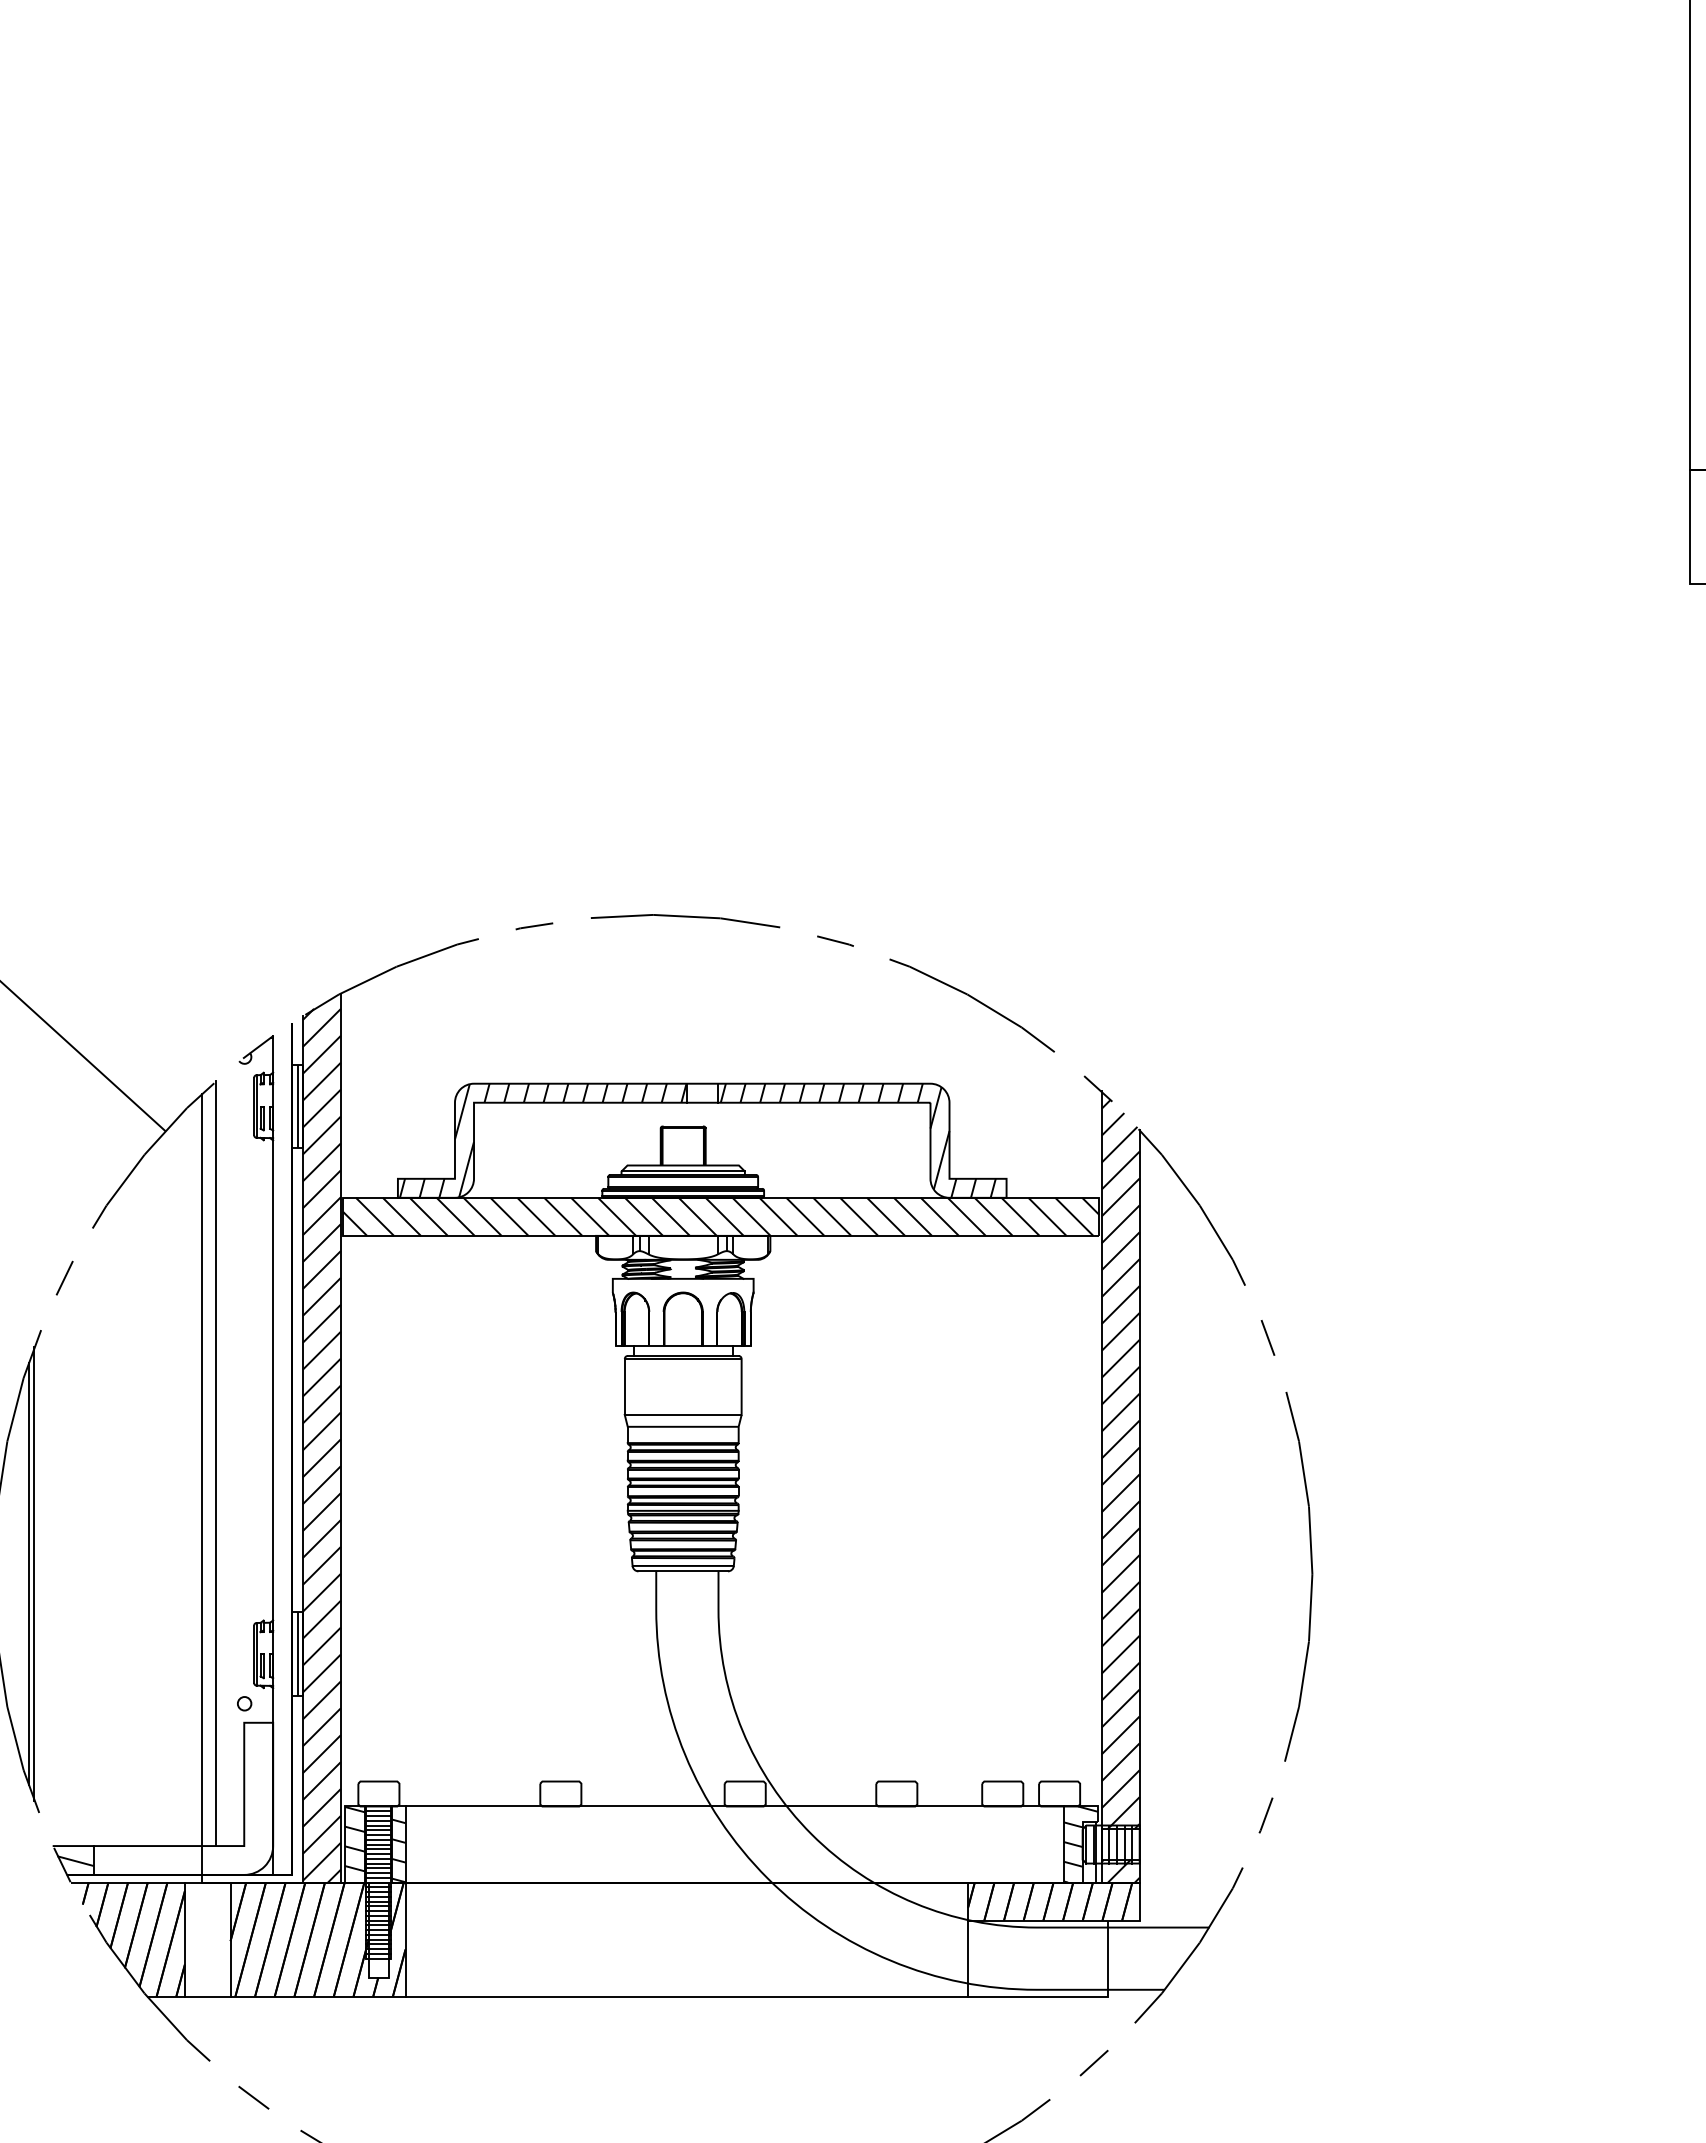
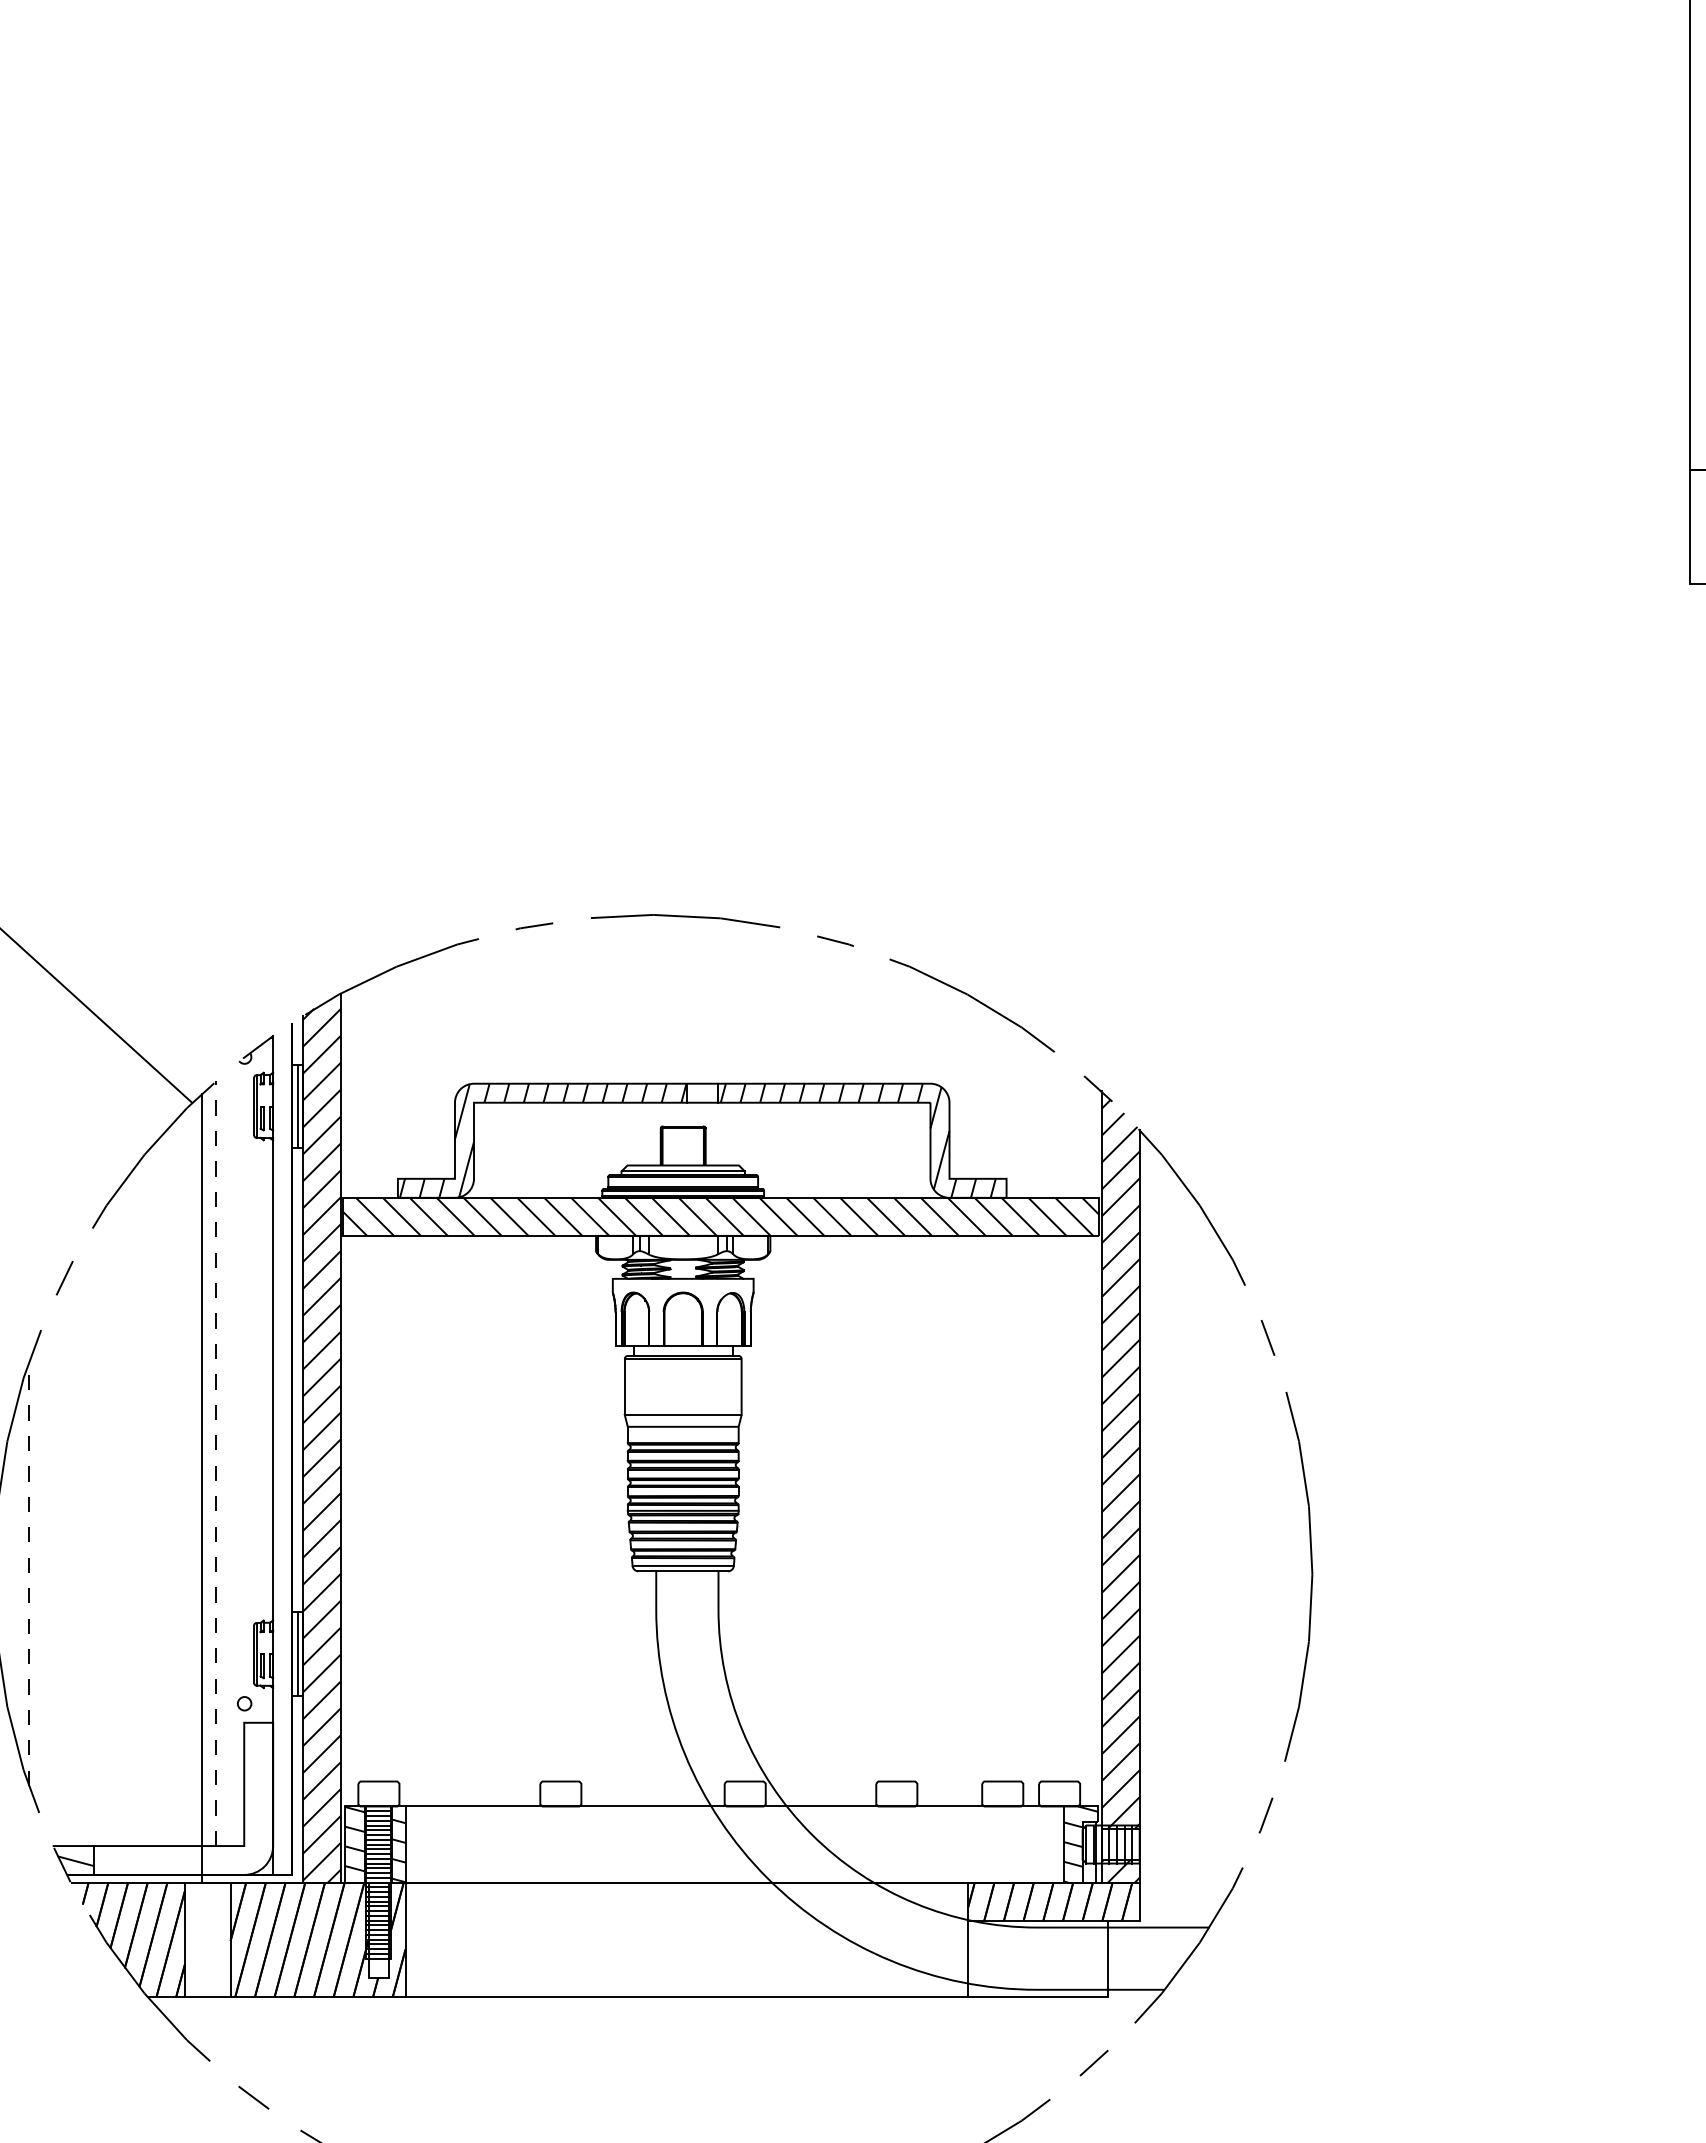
line at (83, 1056) position: (83, 1056) -> (96, 1015)
line at (216, 1463): solid -> dashed
line at (34, 1573): present -> none
line at (28, 1574): solid -> dashed
